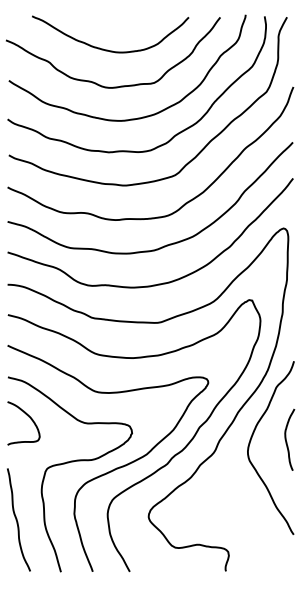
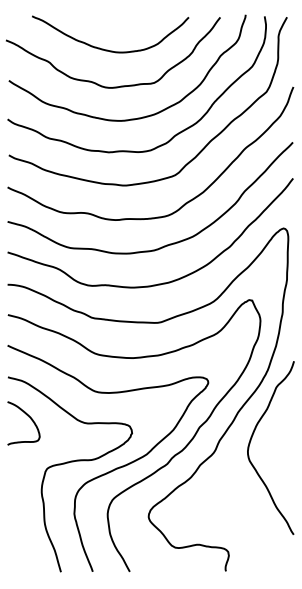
curve at (287, 441): present -> none
curve at (17, 519): present -> none
